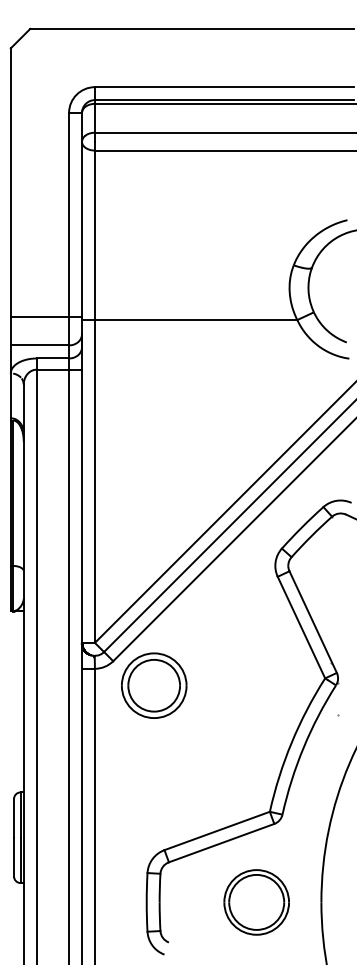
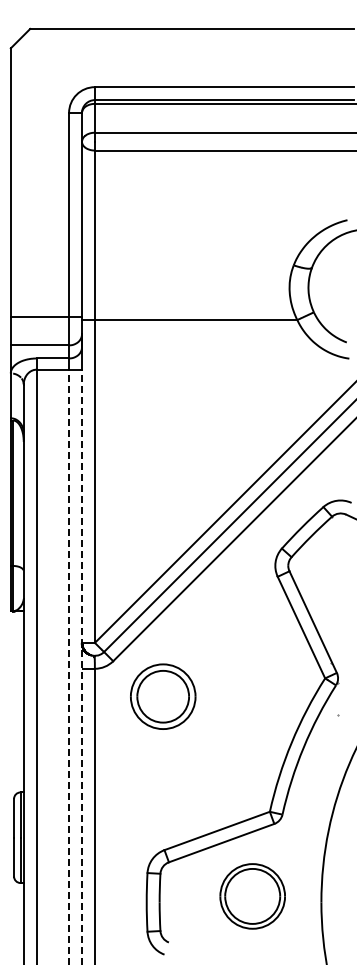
line at (69, 666): solid -> dashed
line at (82, 666): solid -> dashed
part at (154, 685) position: (154, 685) -> (163, 696)
part at (256, 902) position: (256, 902) -> (252, 896)
